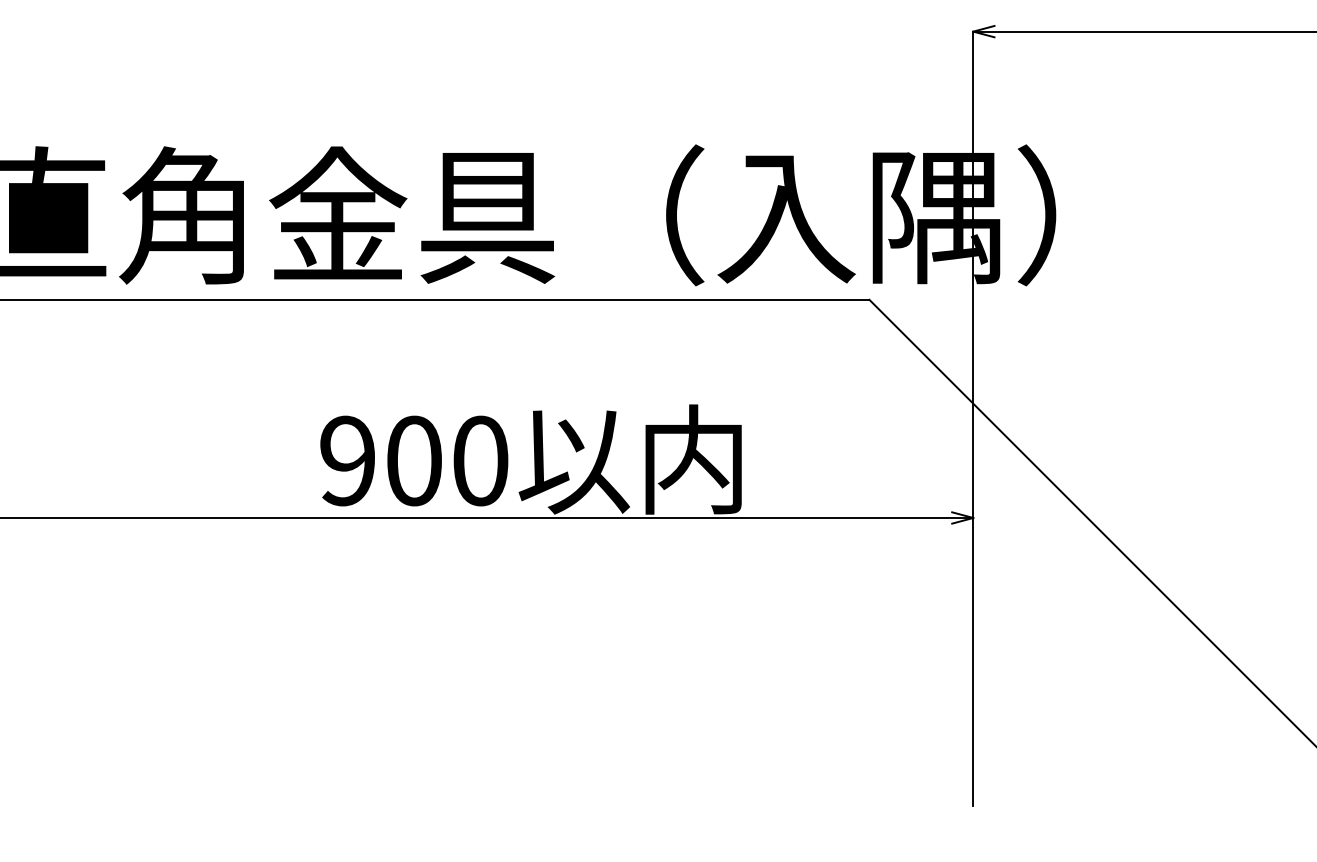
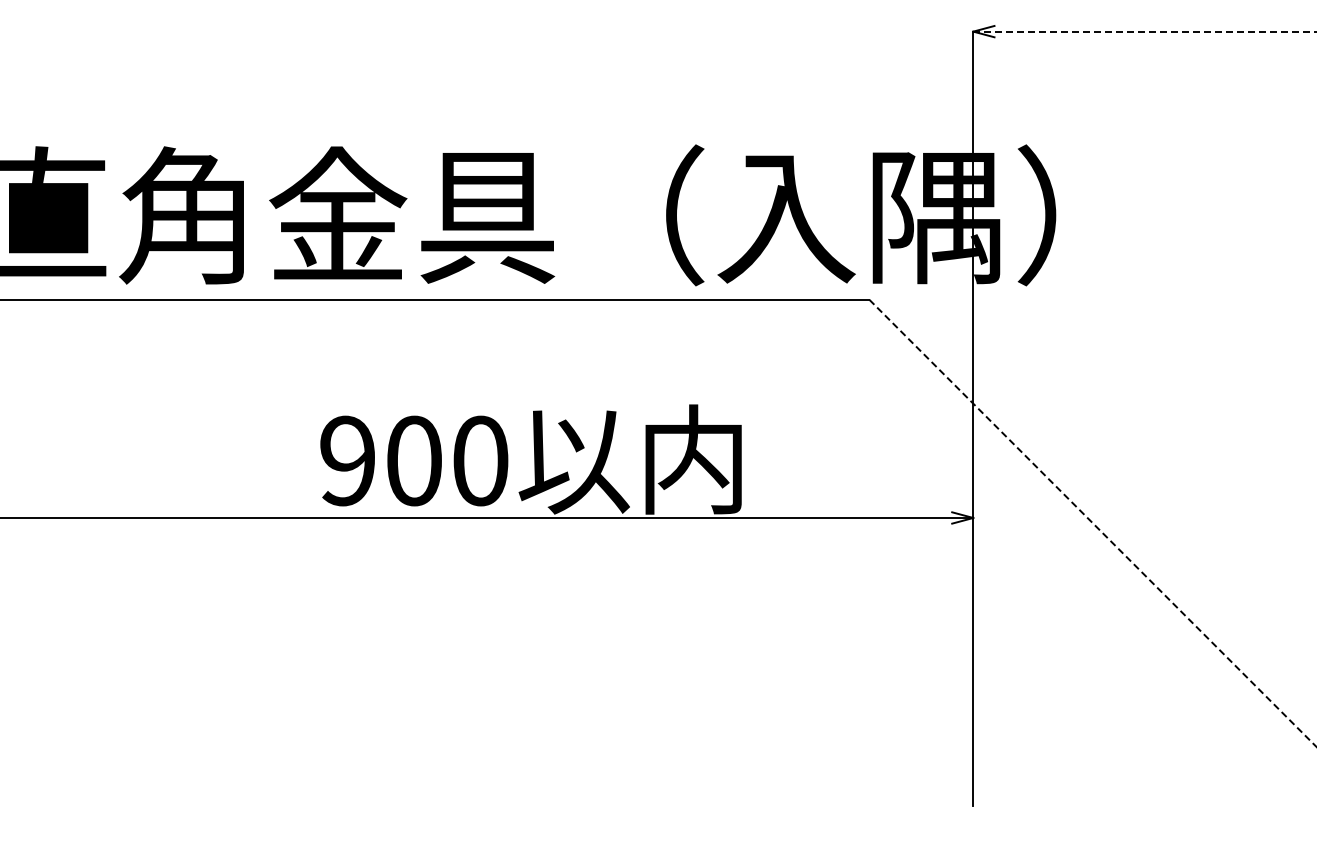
line at (1145, 31): solid -> dashed
line at (1093, 523): solid -> dashed
